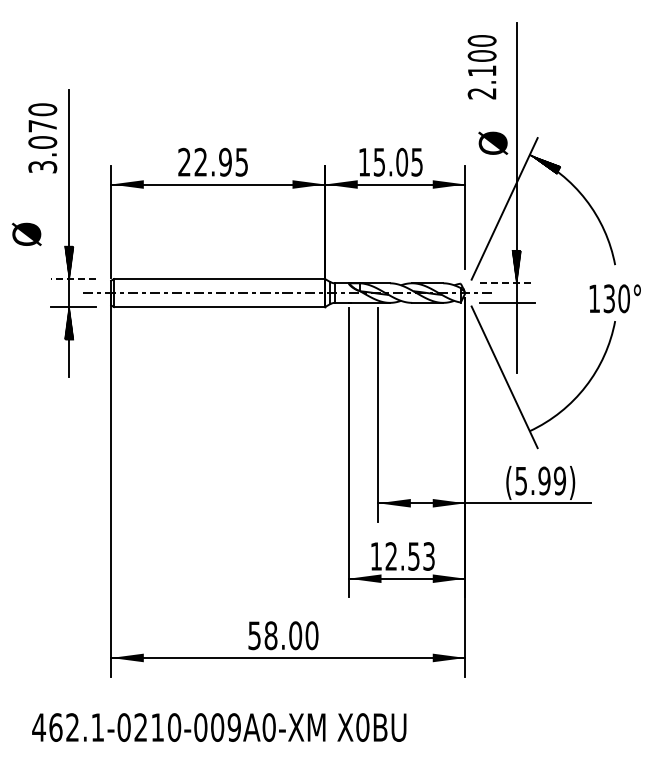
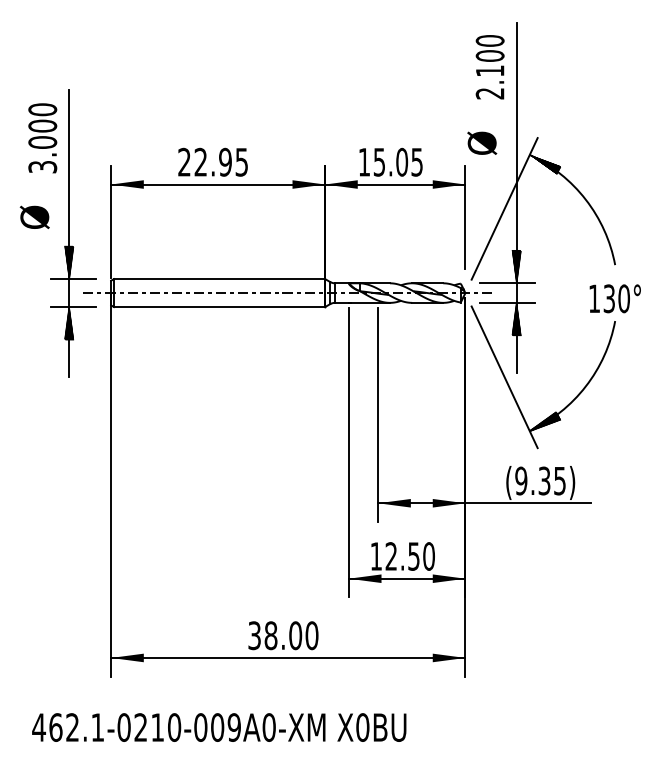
text at (481, 67) position: (481, 67) -> (489, 67)
text at (42, 125): 3.070 -> 3.000
text at (493, 142) position: (493, 142) -> (482, 142)
text at (26, 233) position: (26, 233) -> (34, 216)
line at (73, 279): dashed -> solid
line at (507, 283): dashed -> solid
hatch at (516, 318): none -> present
hatch at (544, 421): none -> present
text at (540, 480): (5.99) -> (9.35)
text at (428, 556): 12.53 -> 12.50
text at (254, 635): 58.00 -> 38.00
